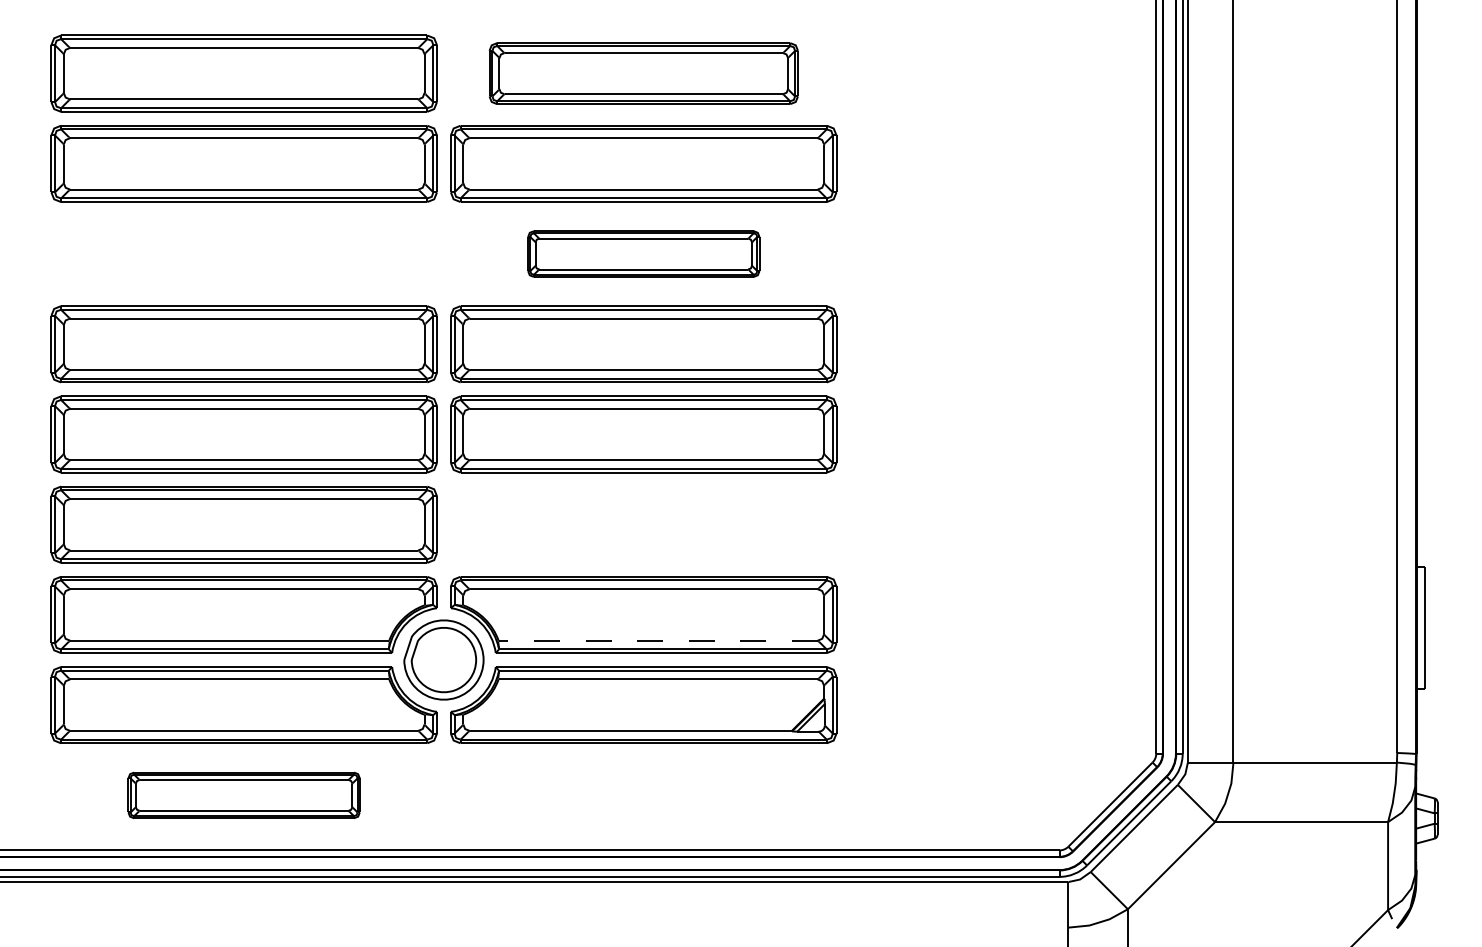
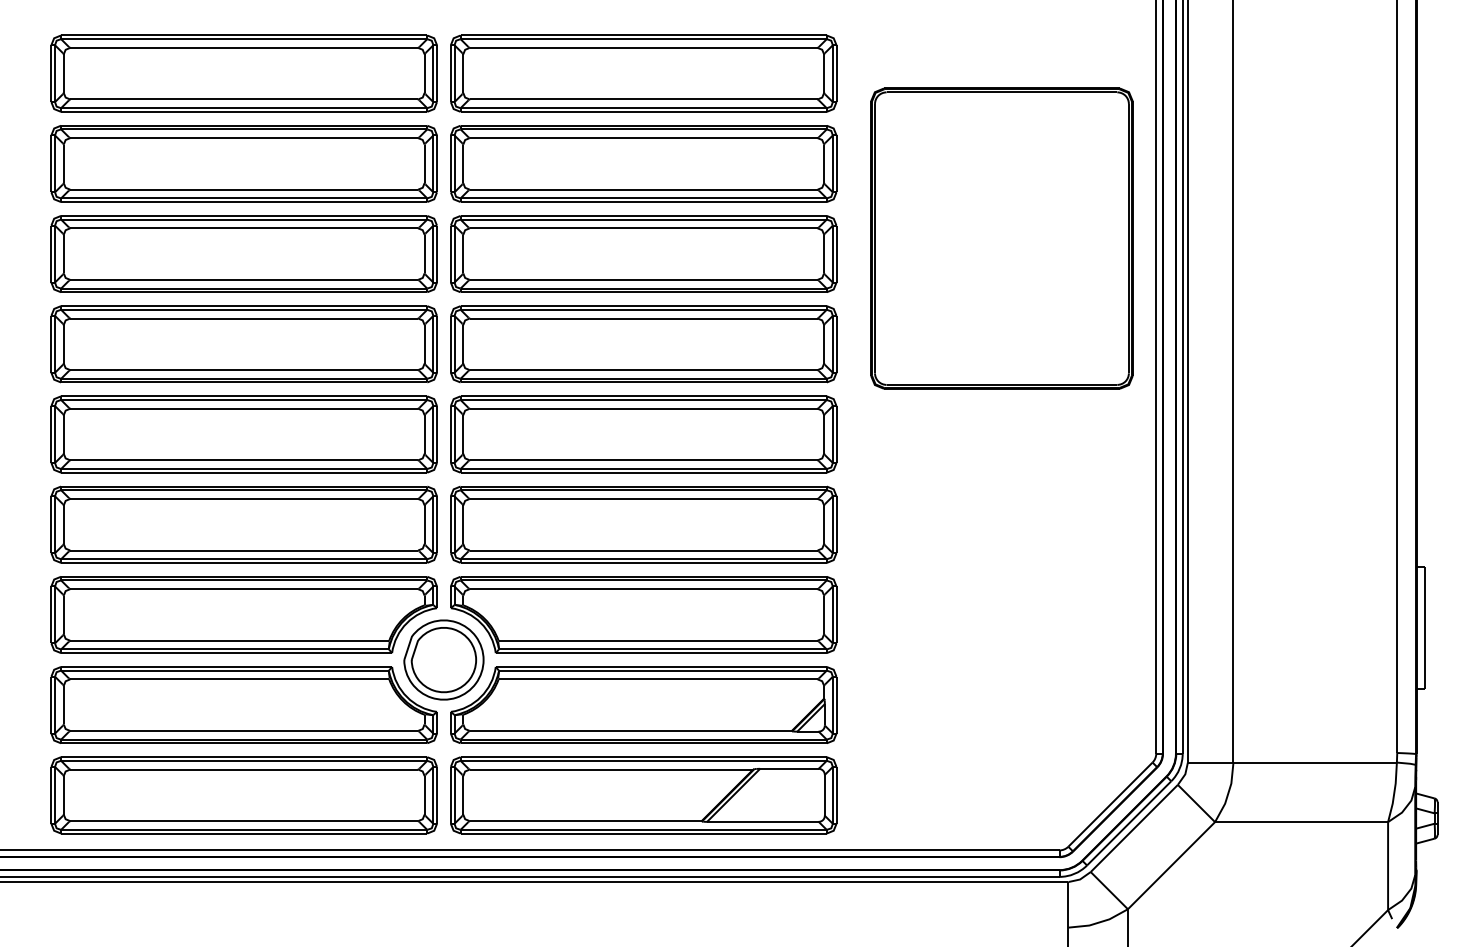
part at (643, 73) size: 311x63 px -> 388x79 px
part at (1001, 238): none -> present
part at (243, 253): none -> present
part at (643, 253) size: 234x48 px -> 388x78 px
part at (643, 524): none -> present
line at (658, 640): dashed -> solid
part at (243, 794) size: 234x48 px -> 388x79 px
part at (643, 795): none -> present
